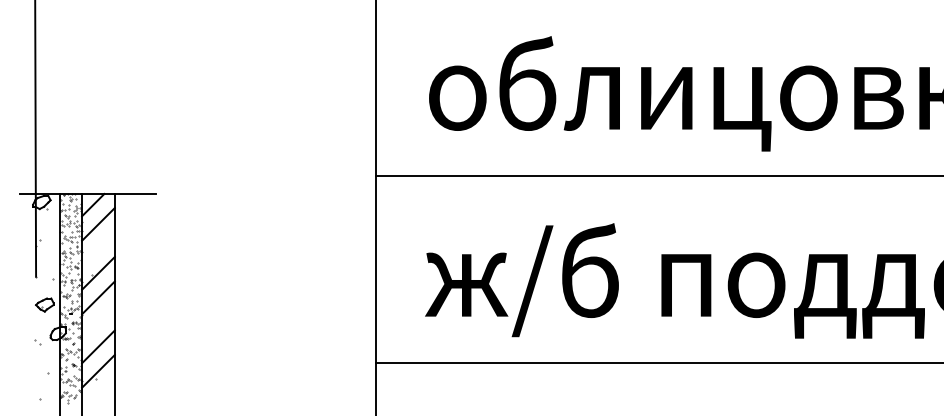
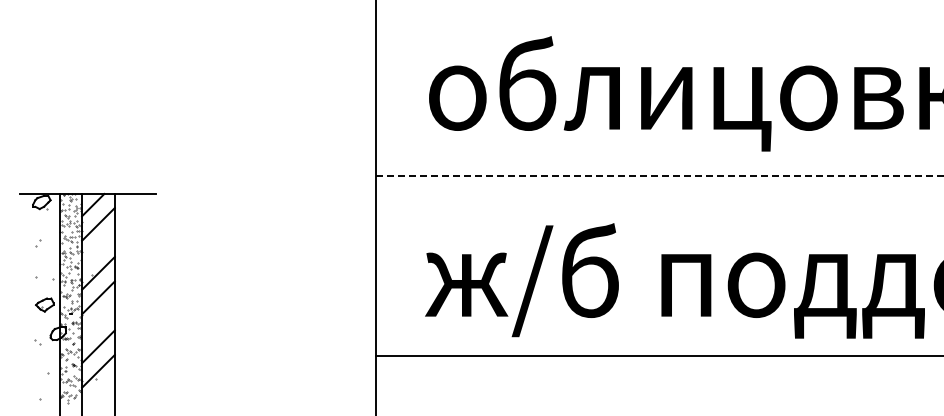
line at (35, 139): present -> none
line at (660, 176): solid -> dashed
line at (658, 363) position: (658, 363) -> (658, 356)
